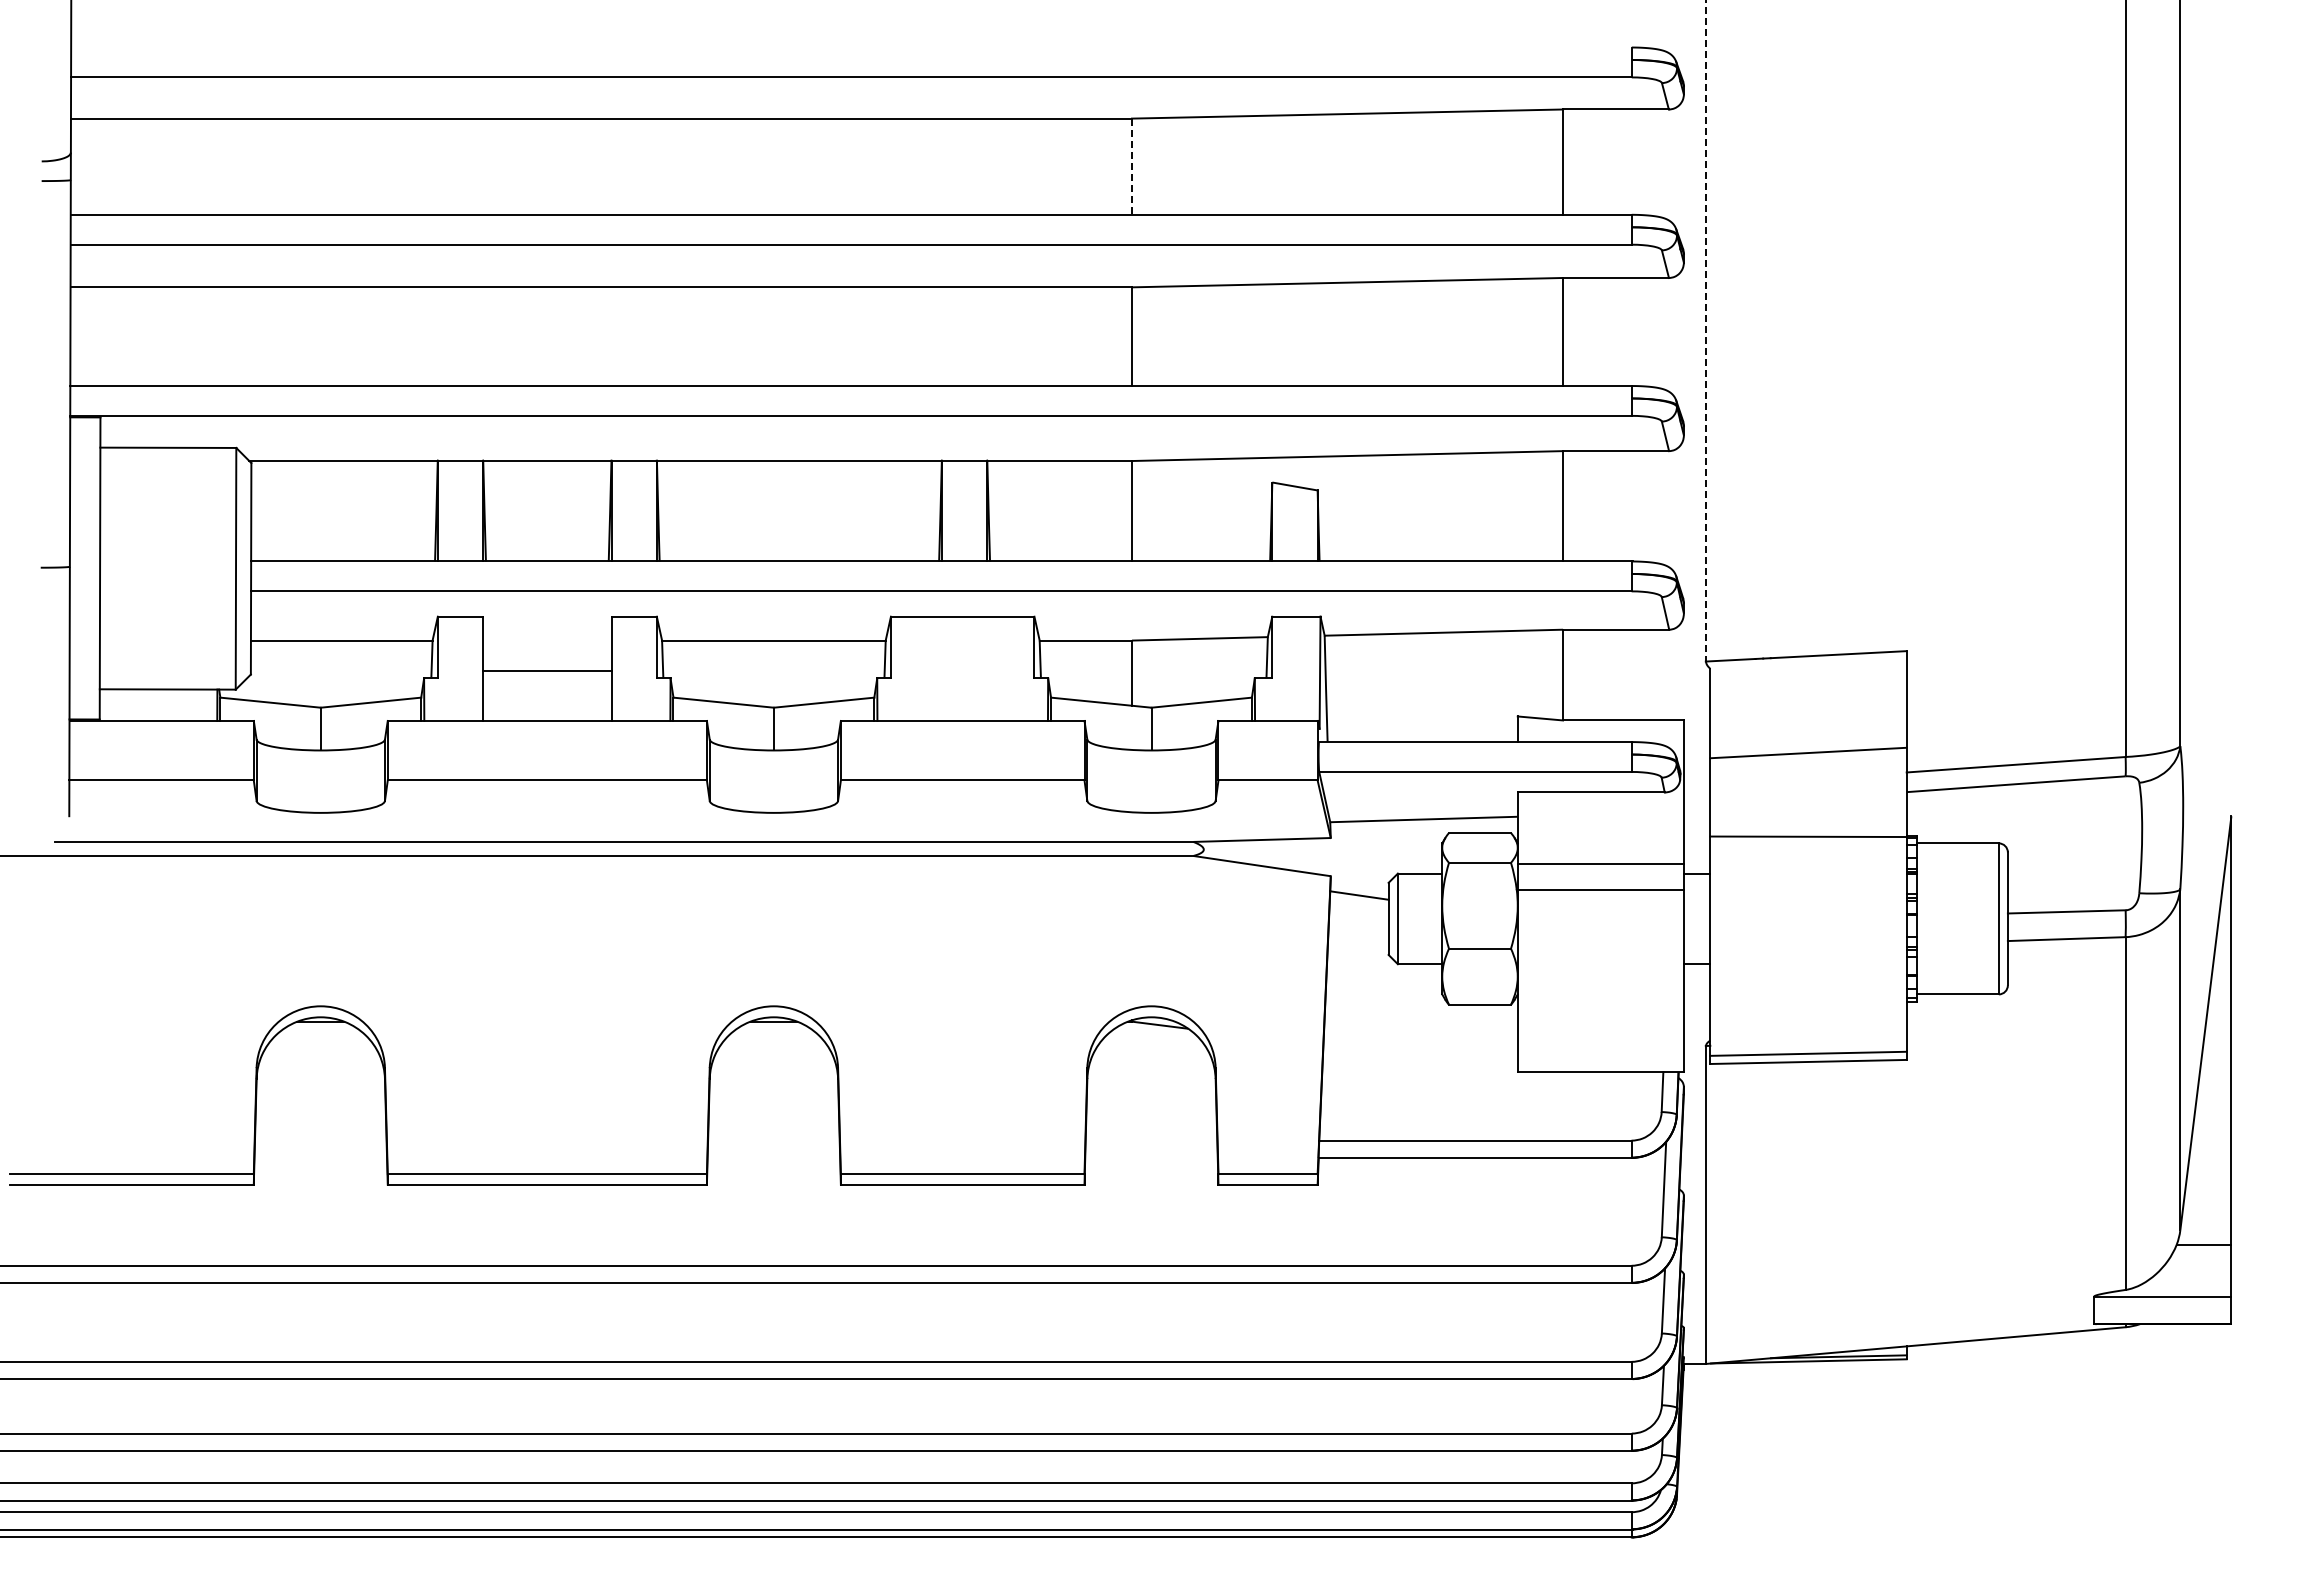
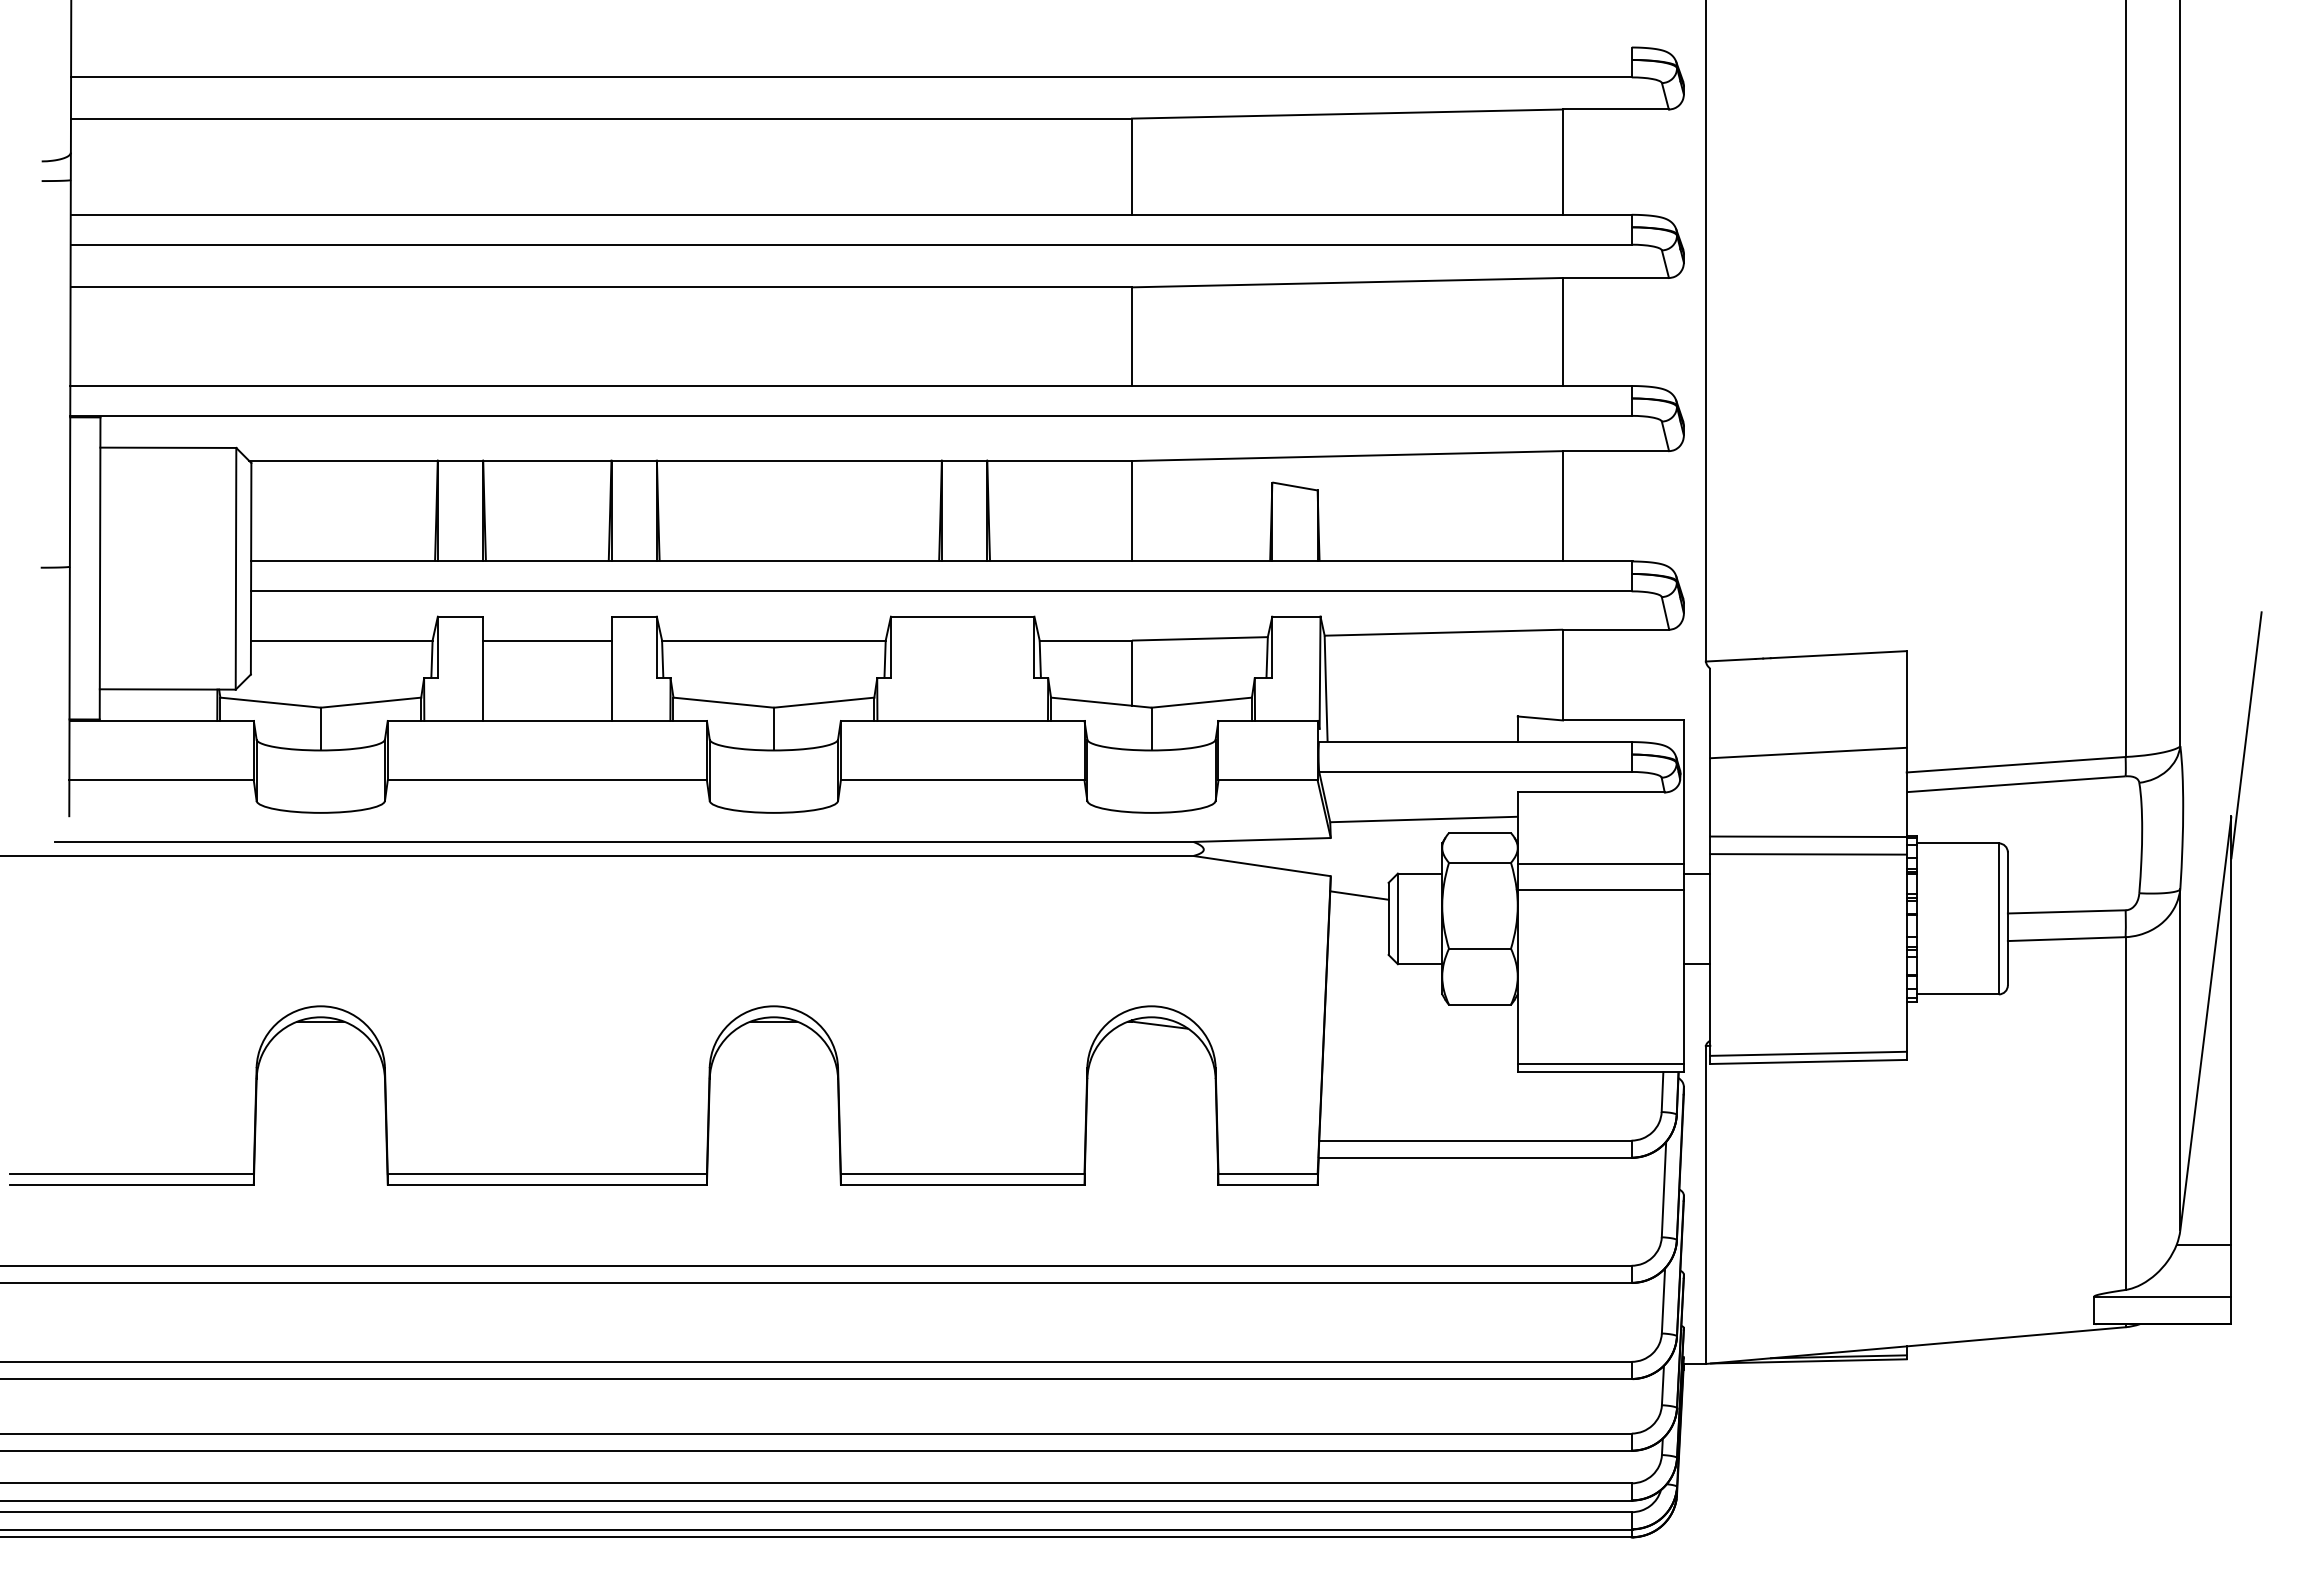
line at (1131, 167): dashed -> solid
line at (1705, 330): dashed -> solid
line at (547, 670) position: (547, 670) -> (547, 640)
line at (2246, 735): none -> present
line at (1808, 854): none -> present
line at (1600, 1064): none -> present
